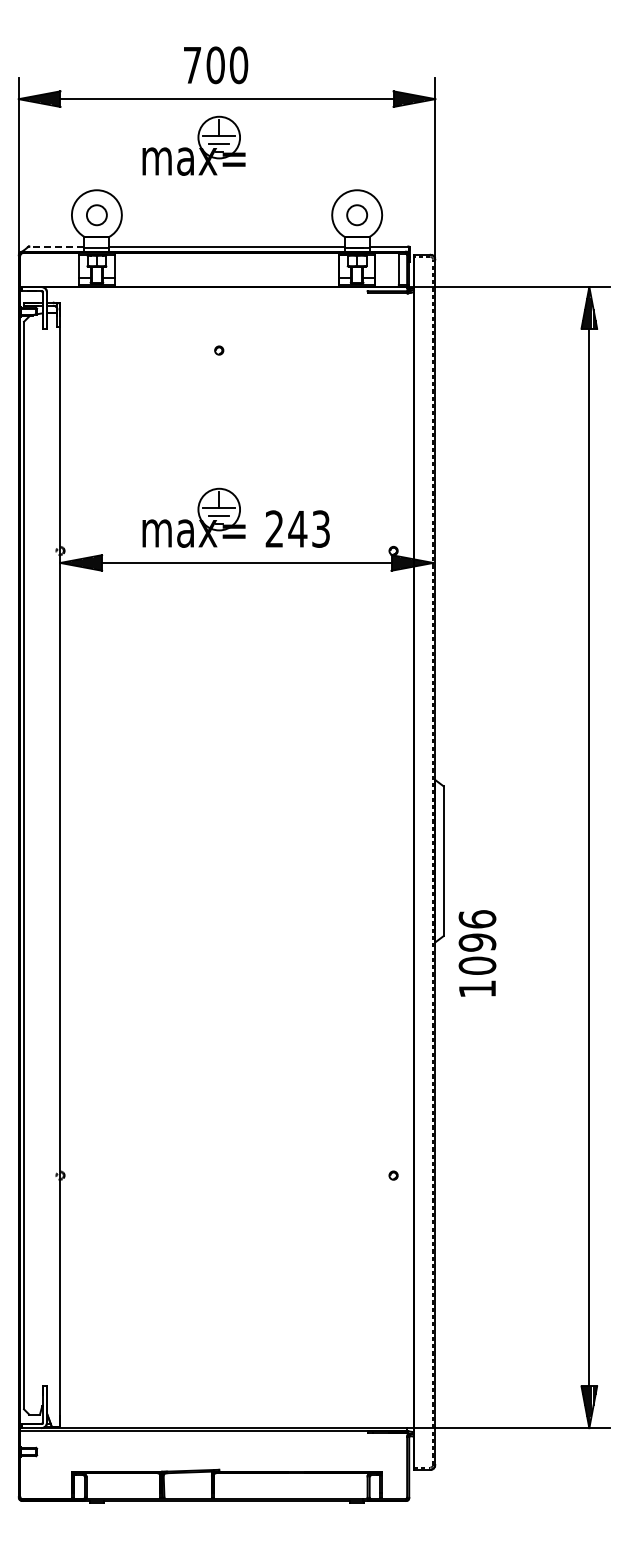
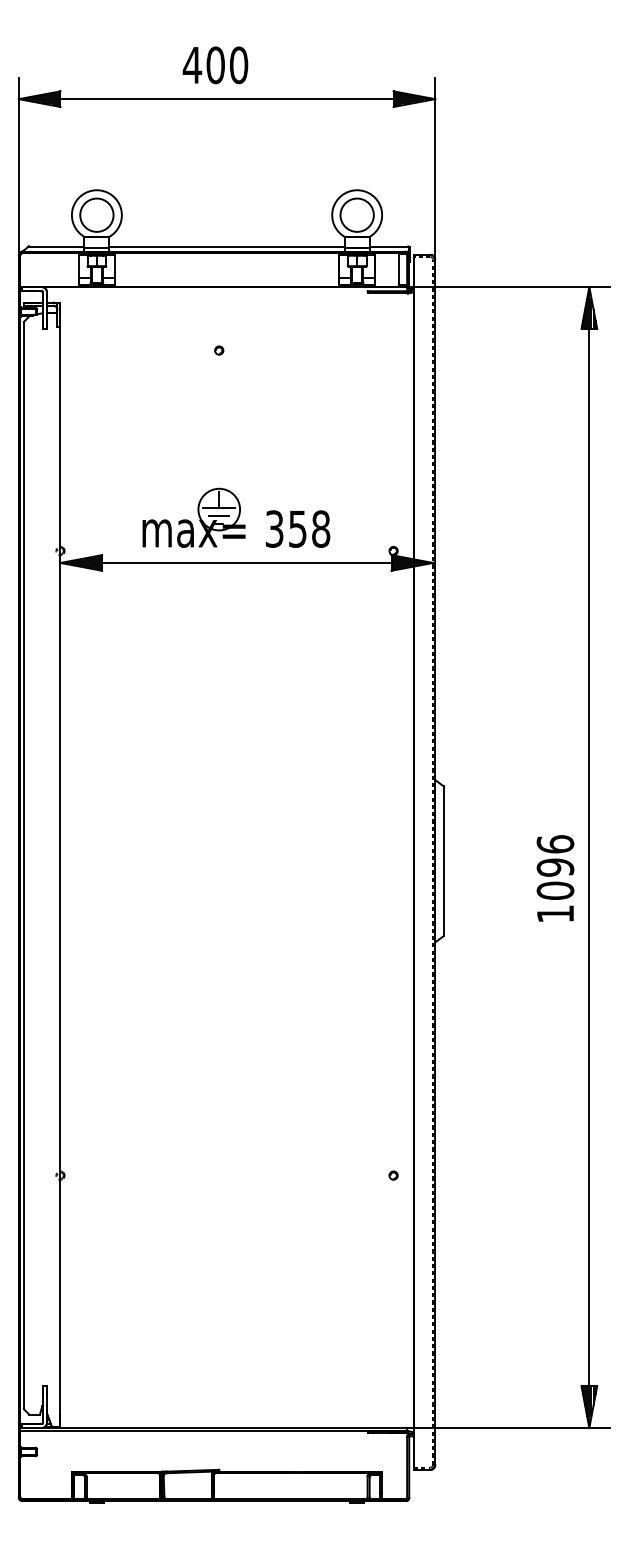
text at (192, 65): 700 -> 400
part at (193, 145): present -> none
circle at (96, 215) diameter: 20 px -> 33 px
circle at (357, 215) diameter: 20 px -> 33 px
line at (56, 246): dashed -> solid
text at (297, 528): 243 -> 358
text at (477, 953) position: (477, 953) -> (555, 878)
